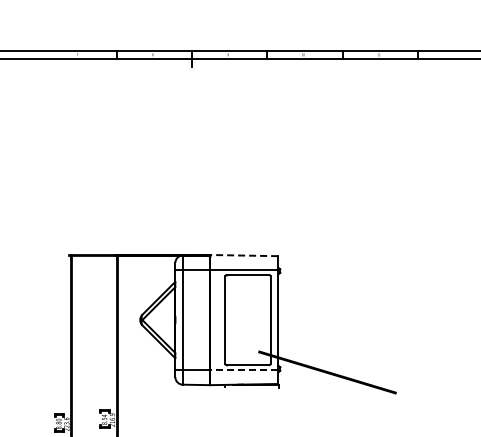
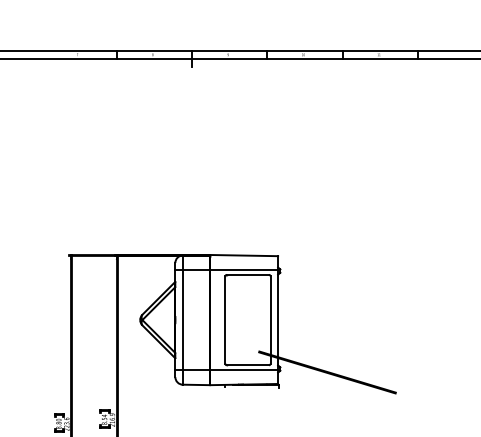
line at (244, 255): dashed -> solid
line at (244, 370): dashed -> solid
